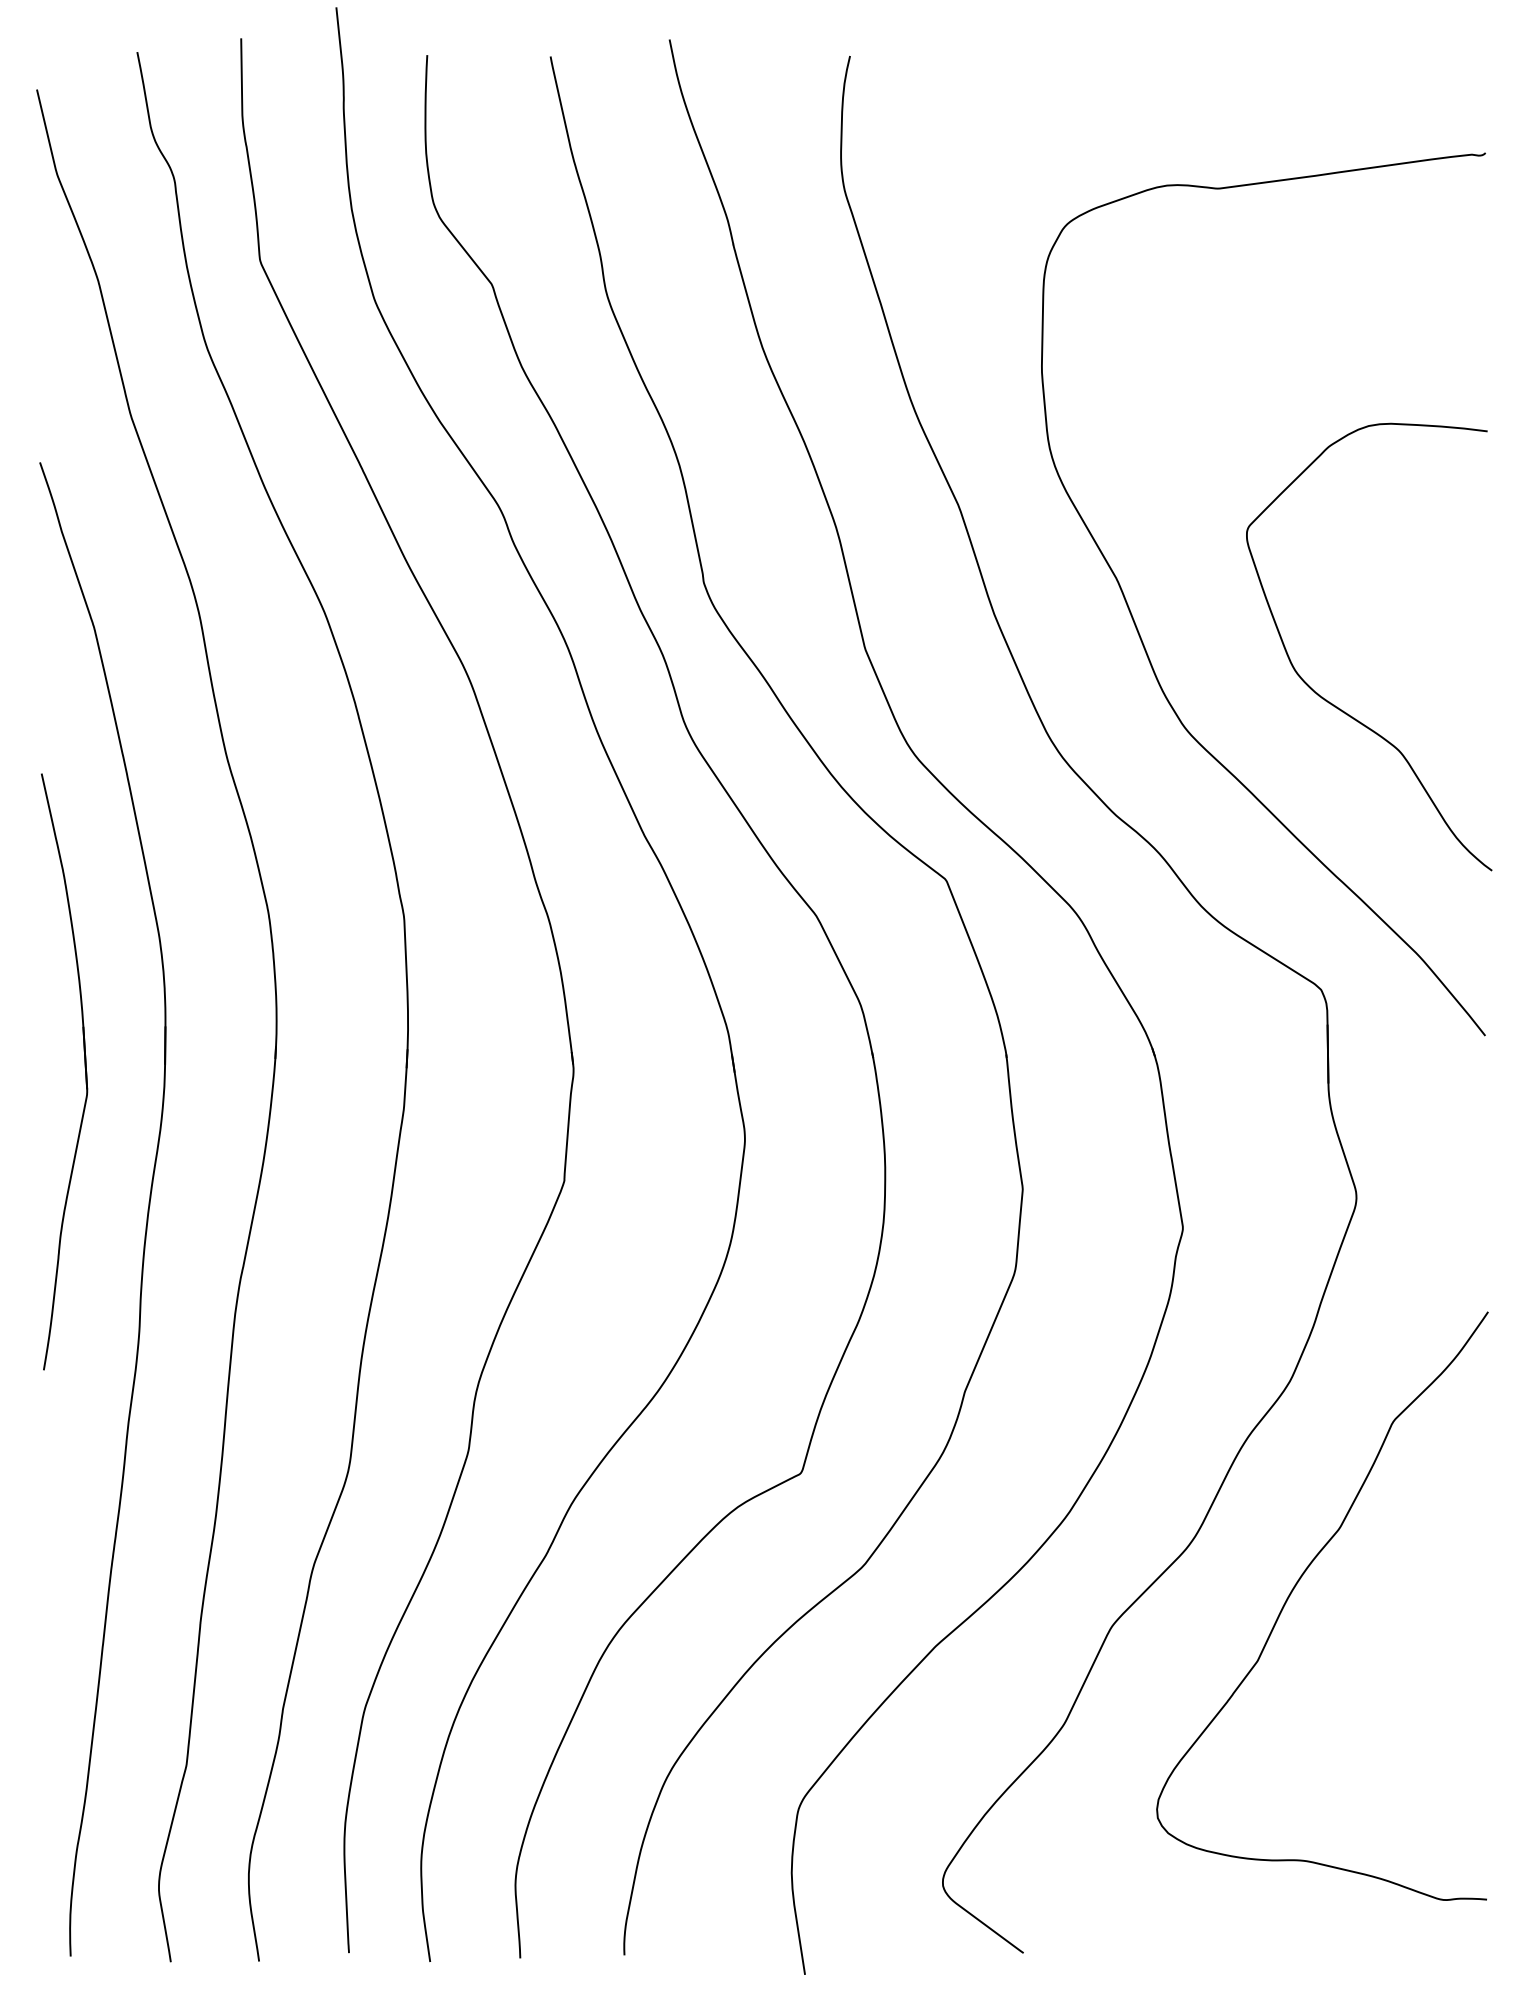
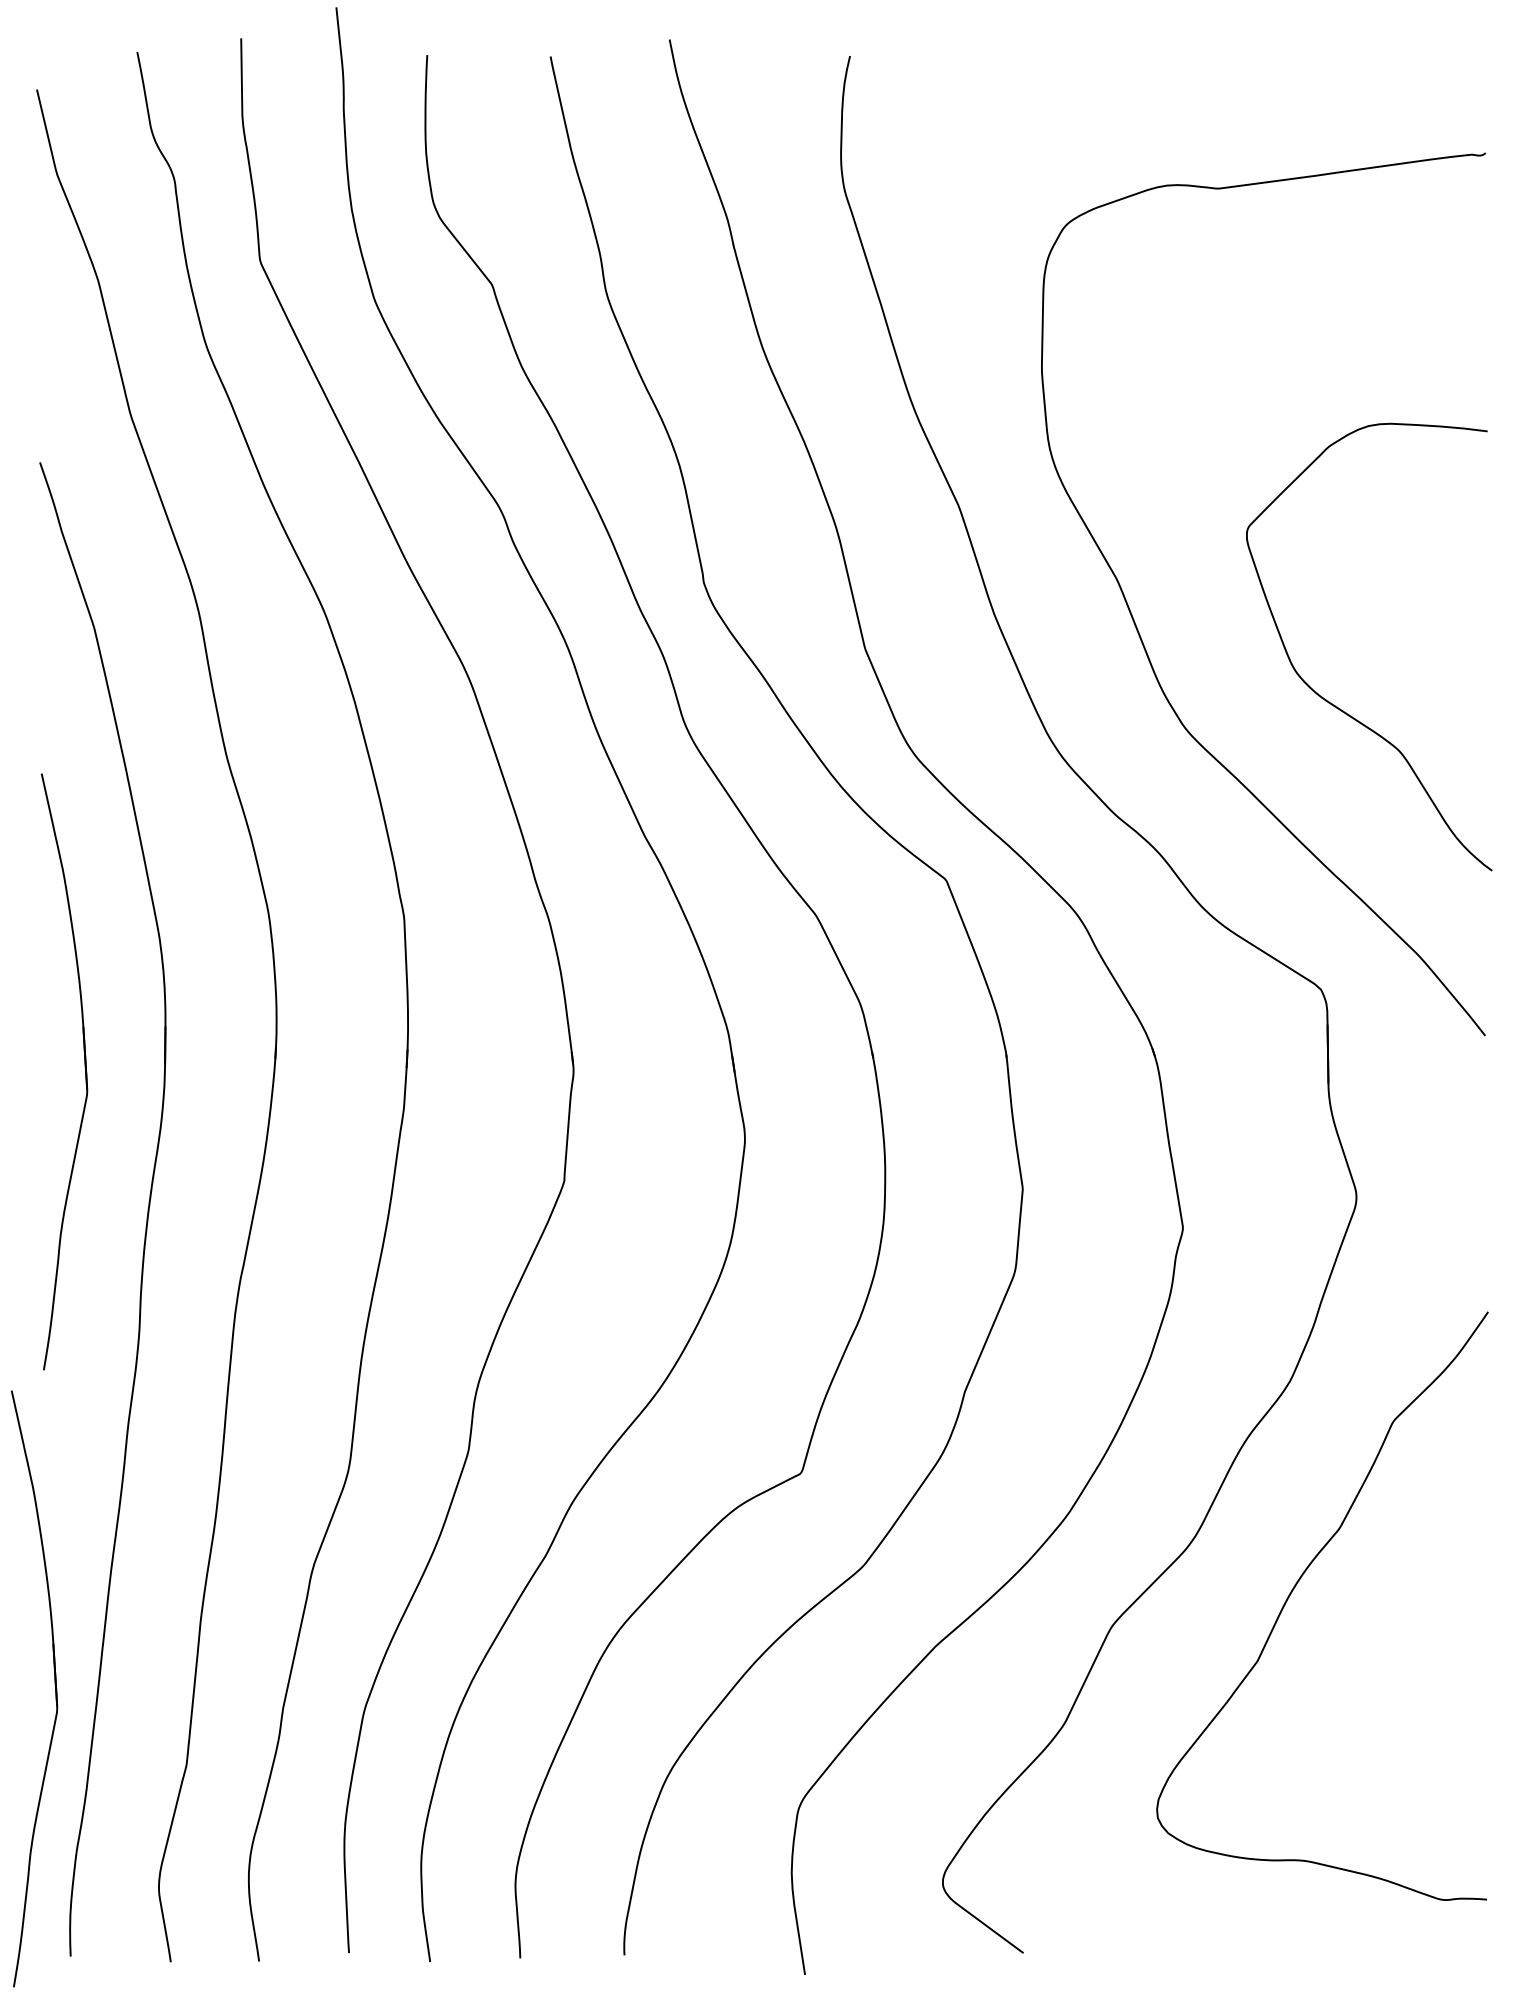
part at (54, 1684): none -> present
